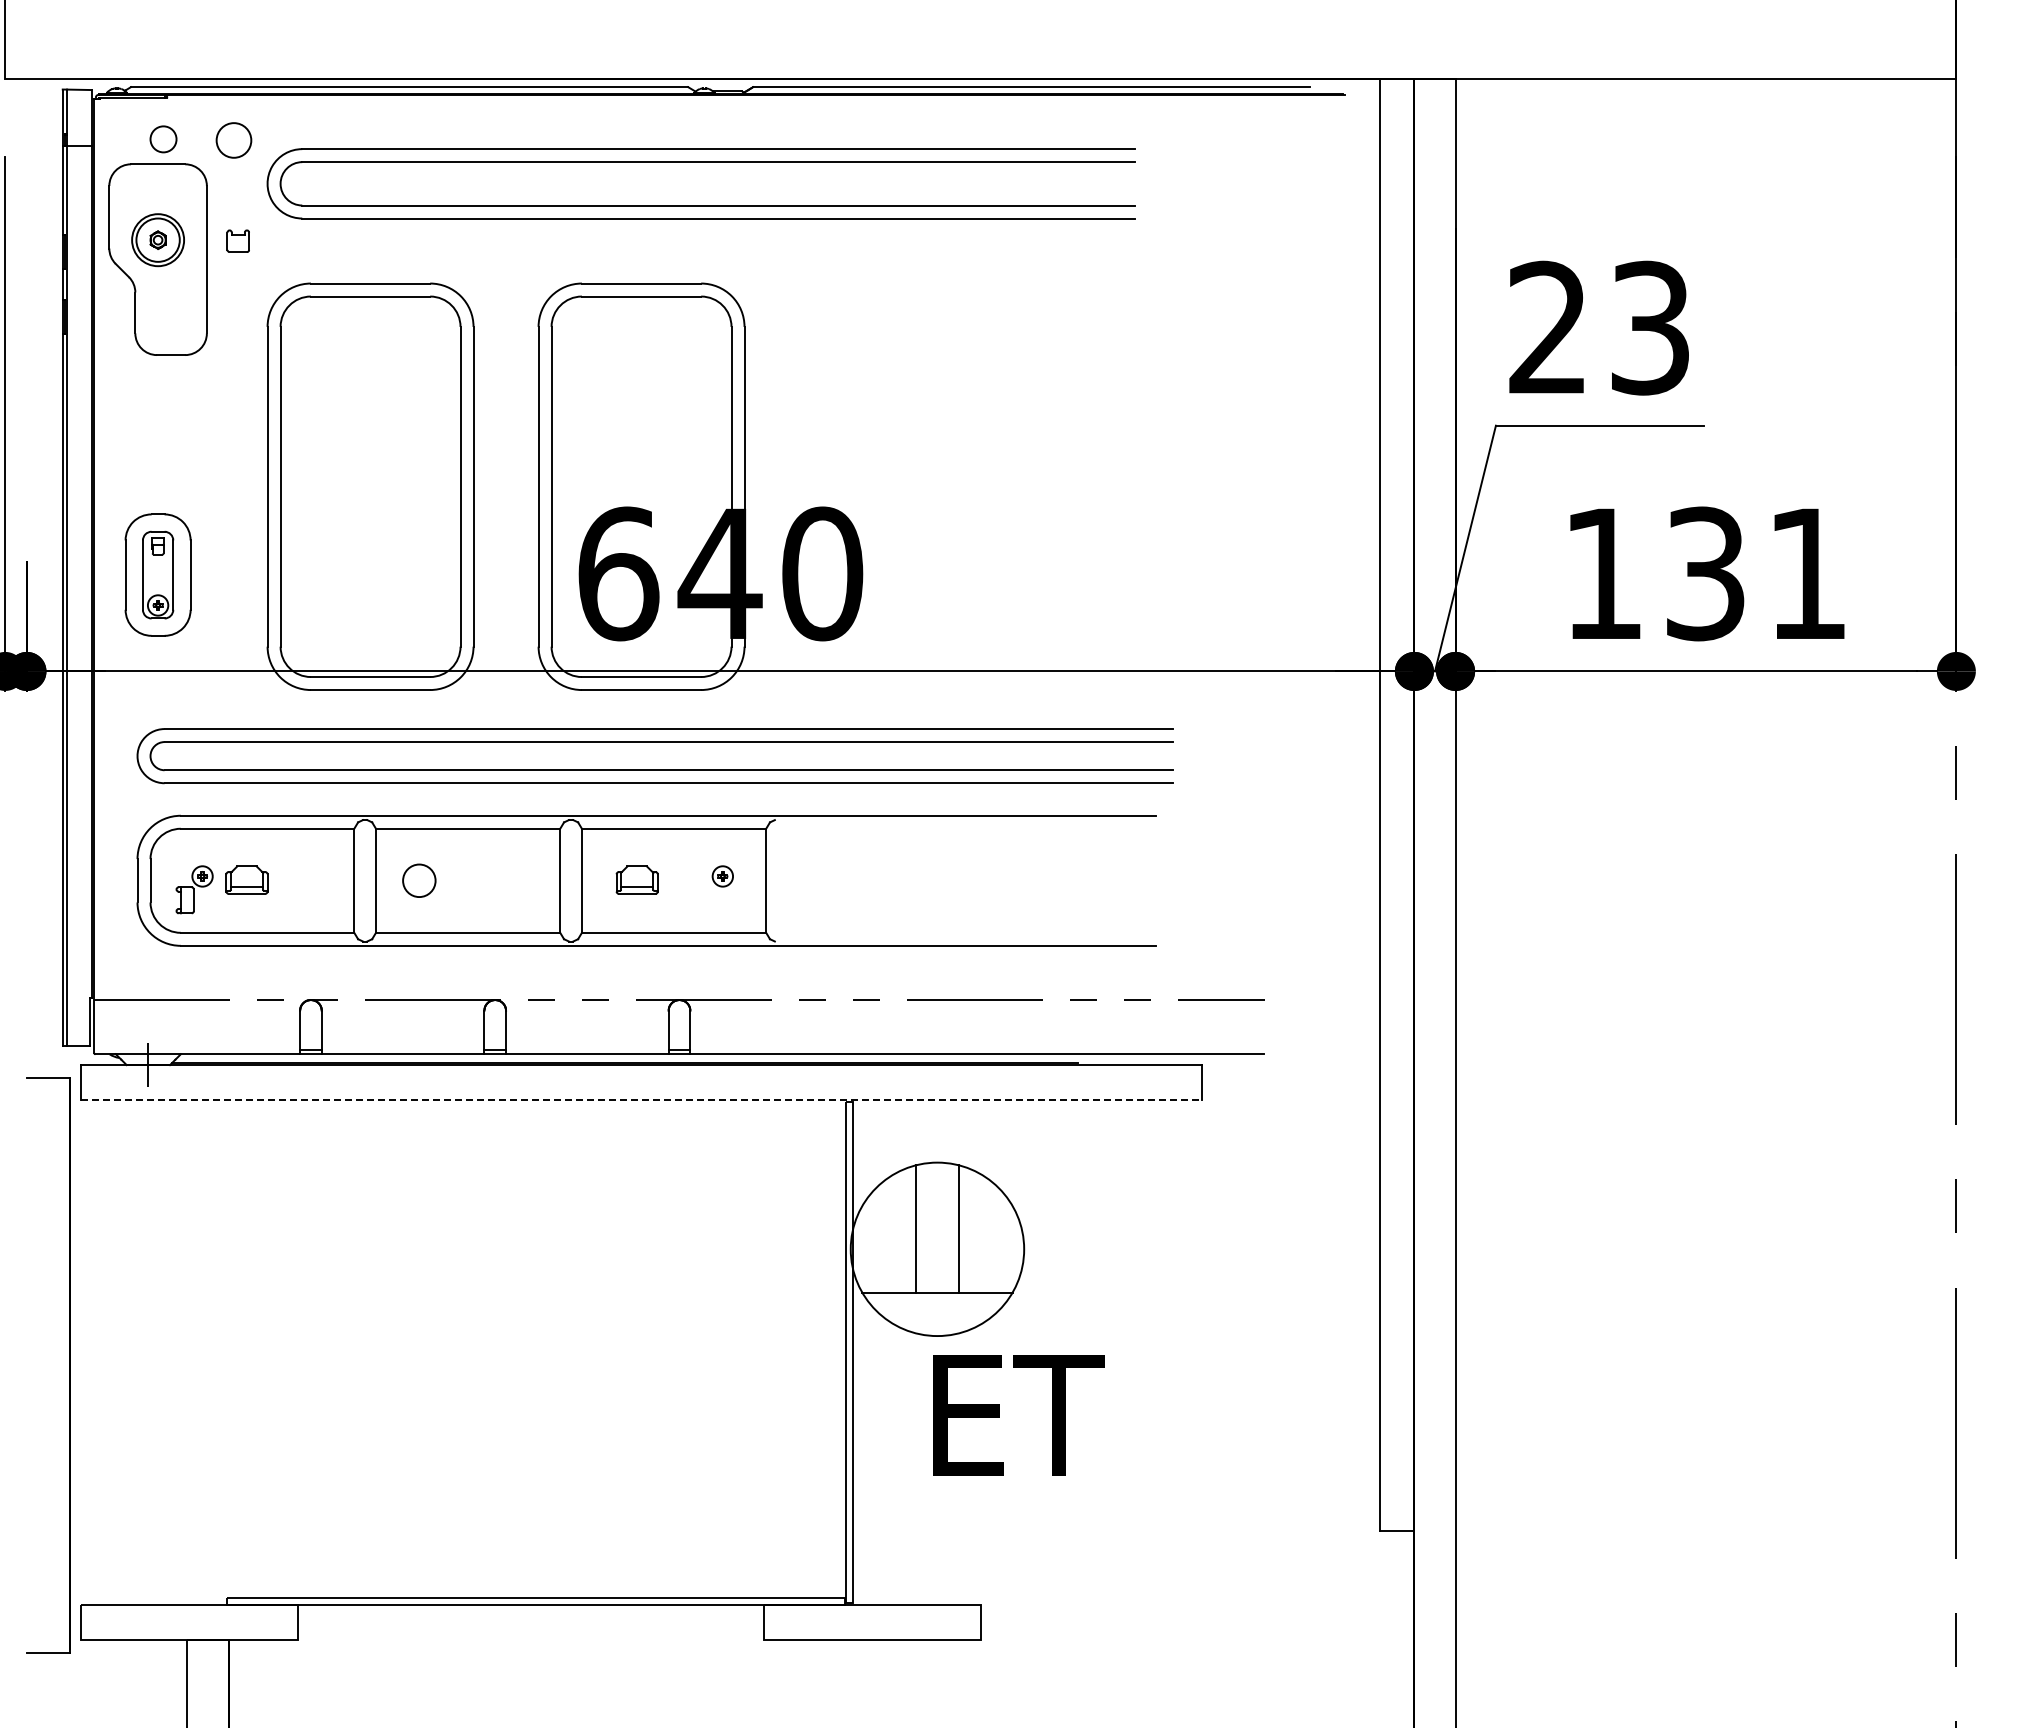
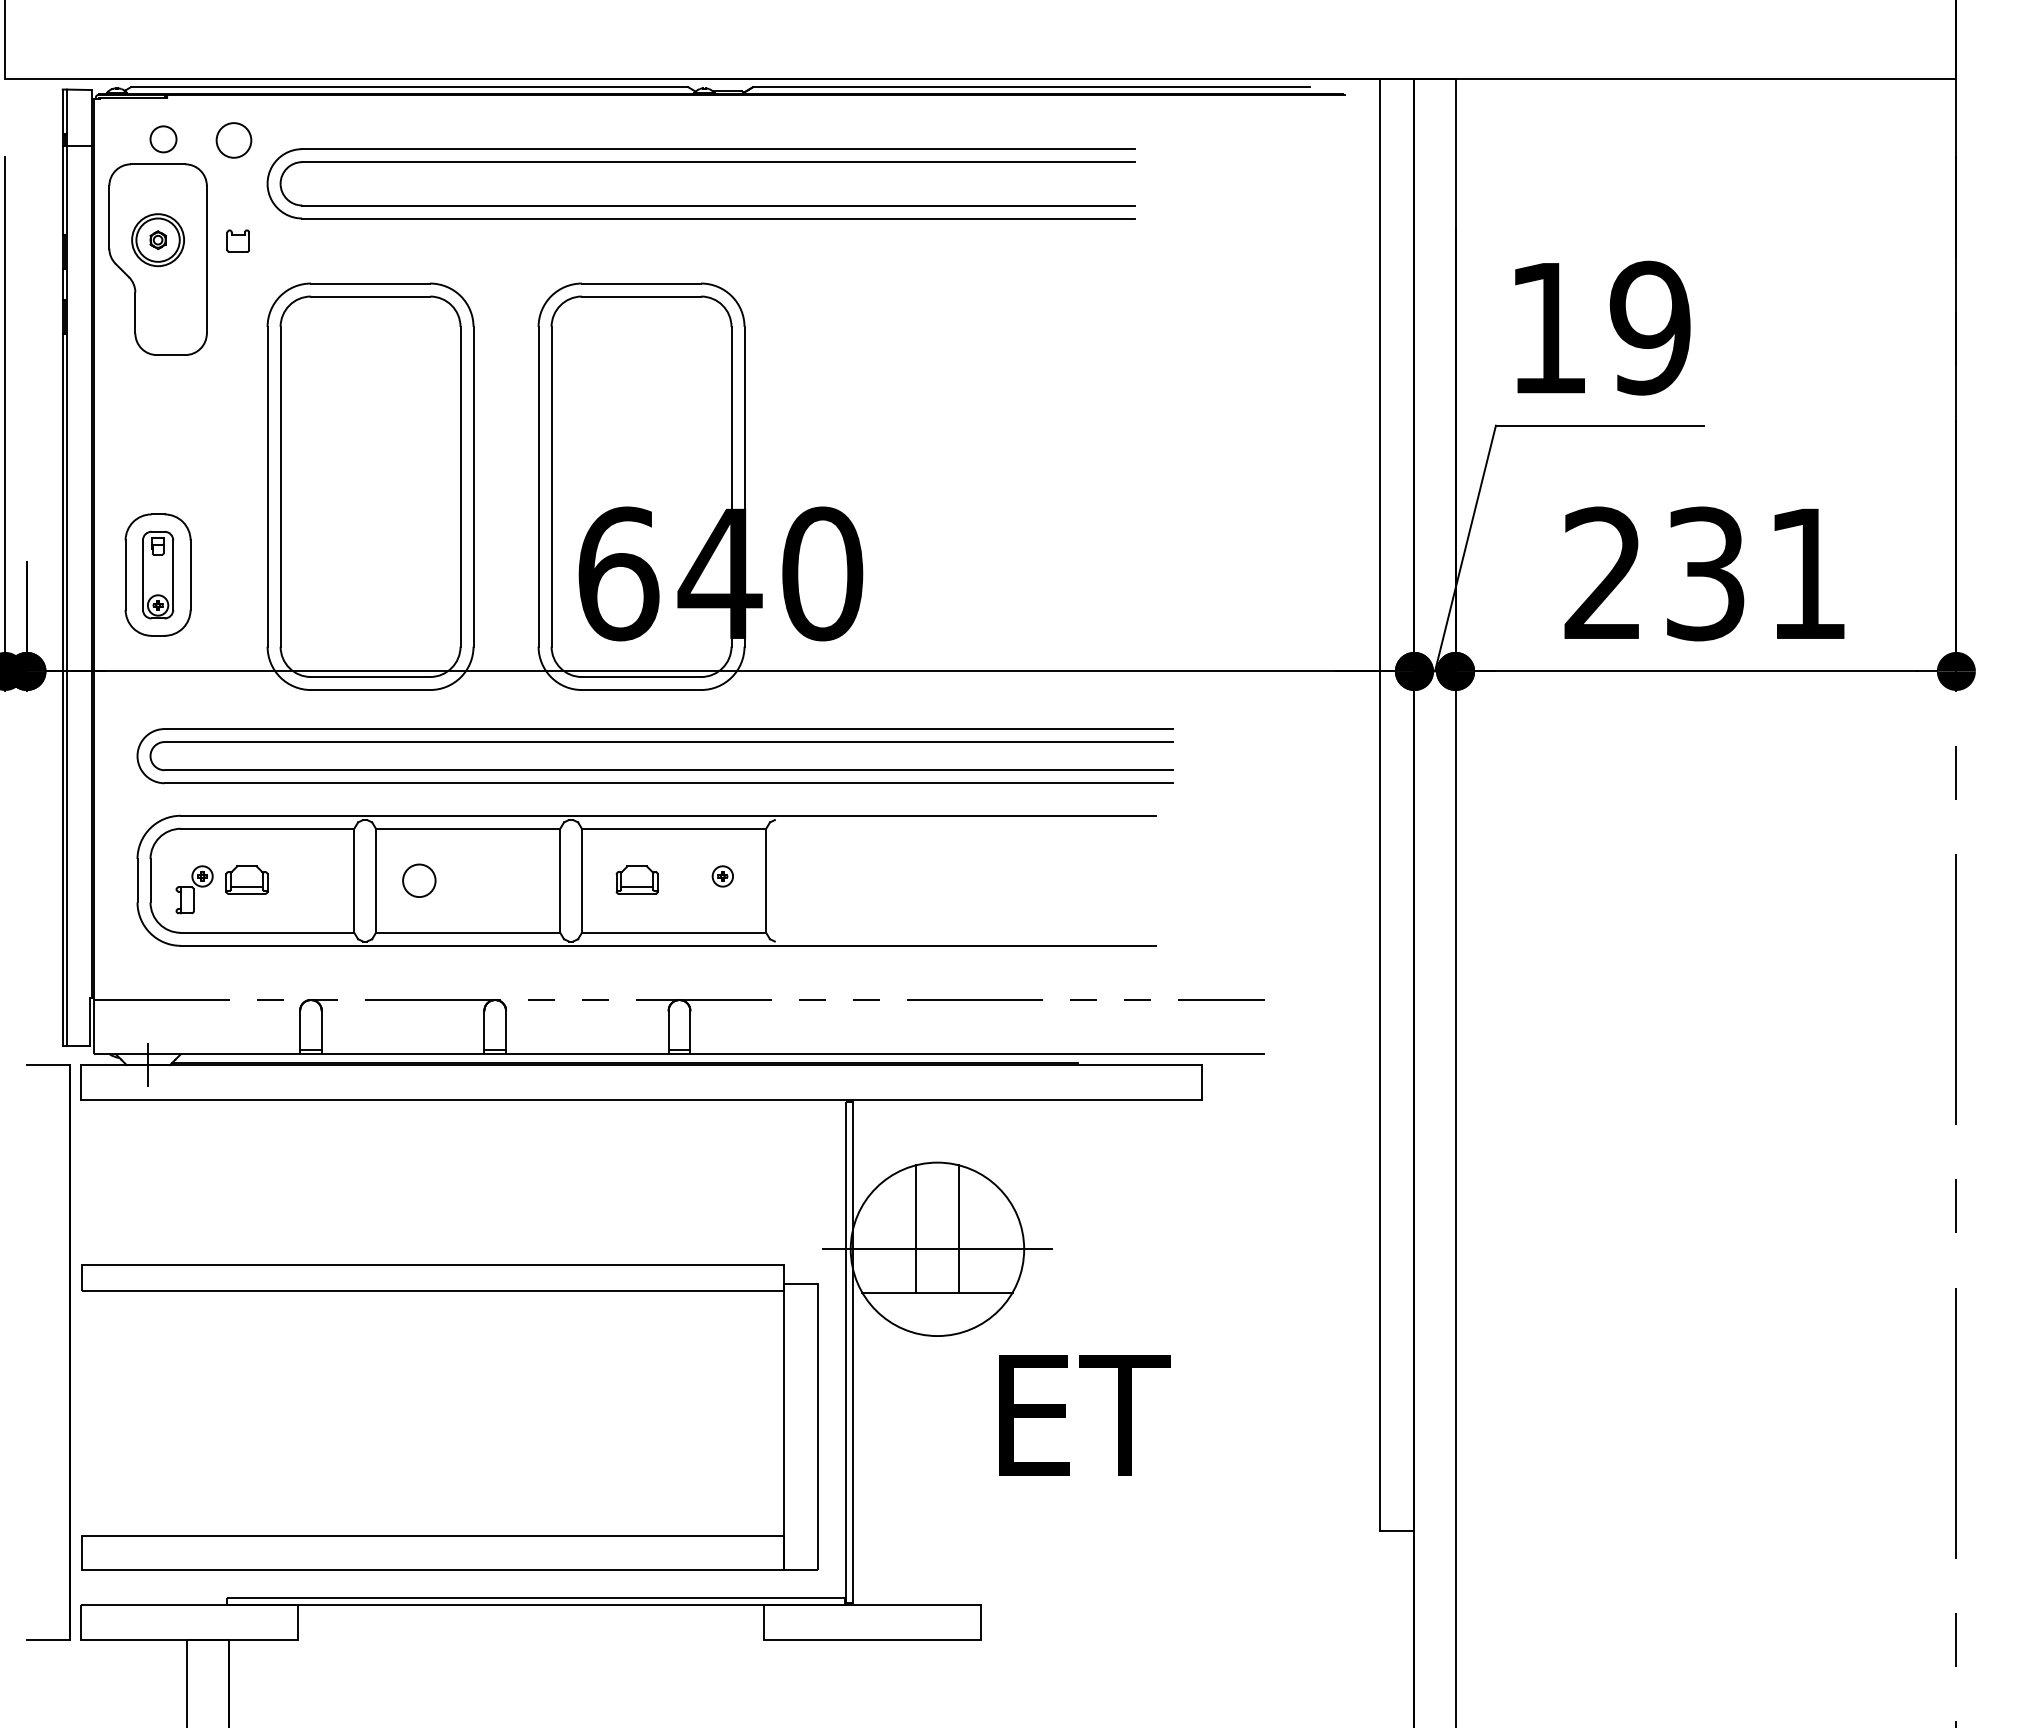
text at (1599, 327): 23 -> 19
text at (1602, 572): 131 -> 231
line at (642, 1099): dashed -> solid
line at (937, 1249): none -> present
part at (69, 1365) position: (69, 1365) -> (69, 1352)
text at (1018, 1415) position: (1018, 1415) -> (1084, 1415)
part at (449, 1535): none -> present
